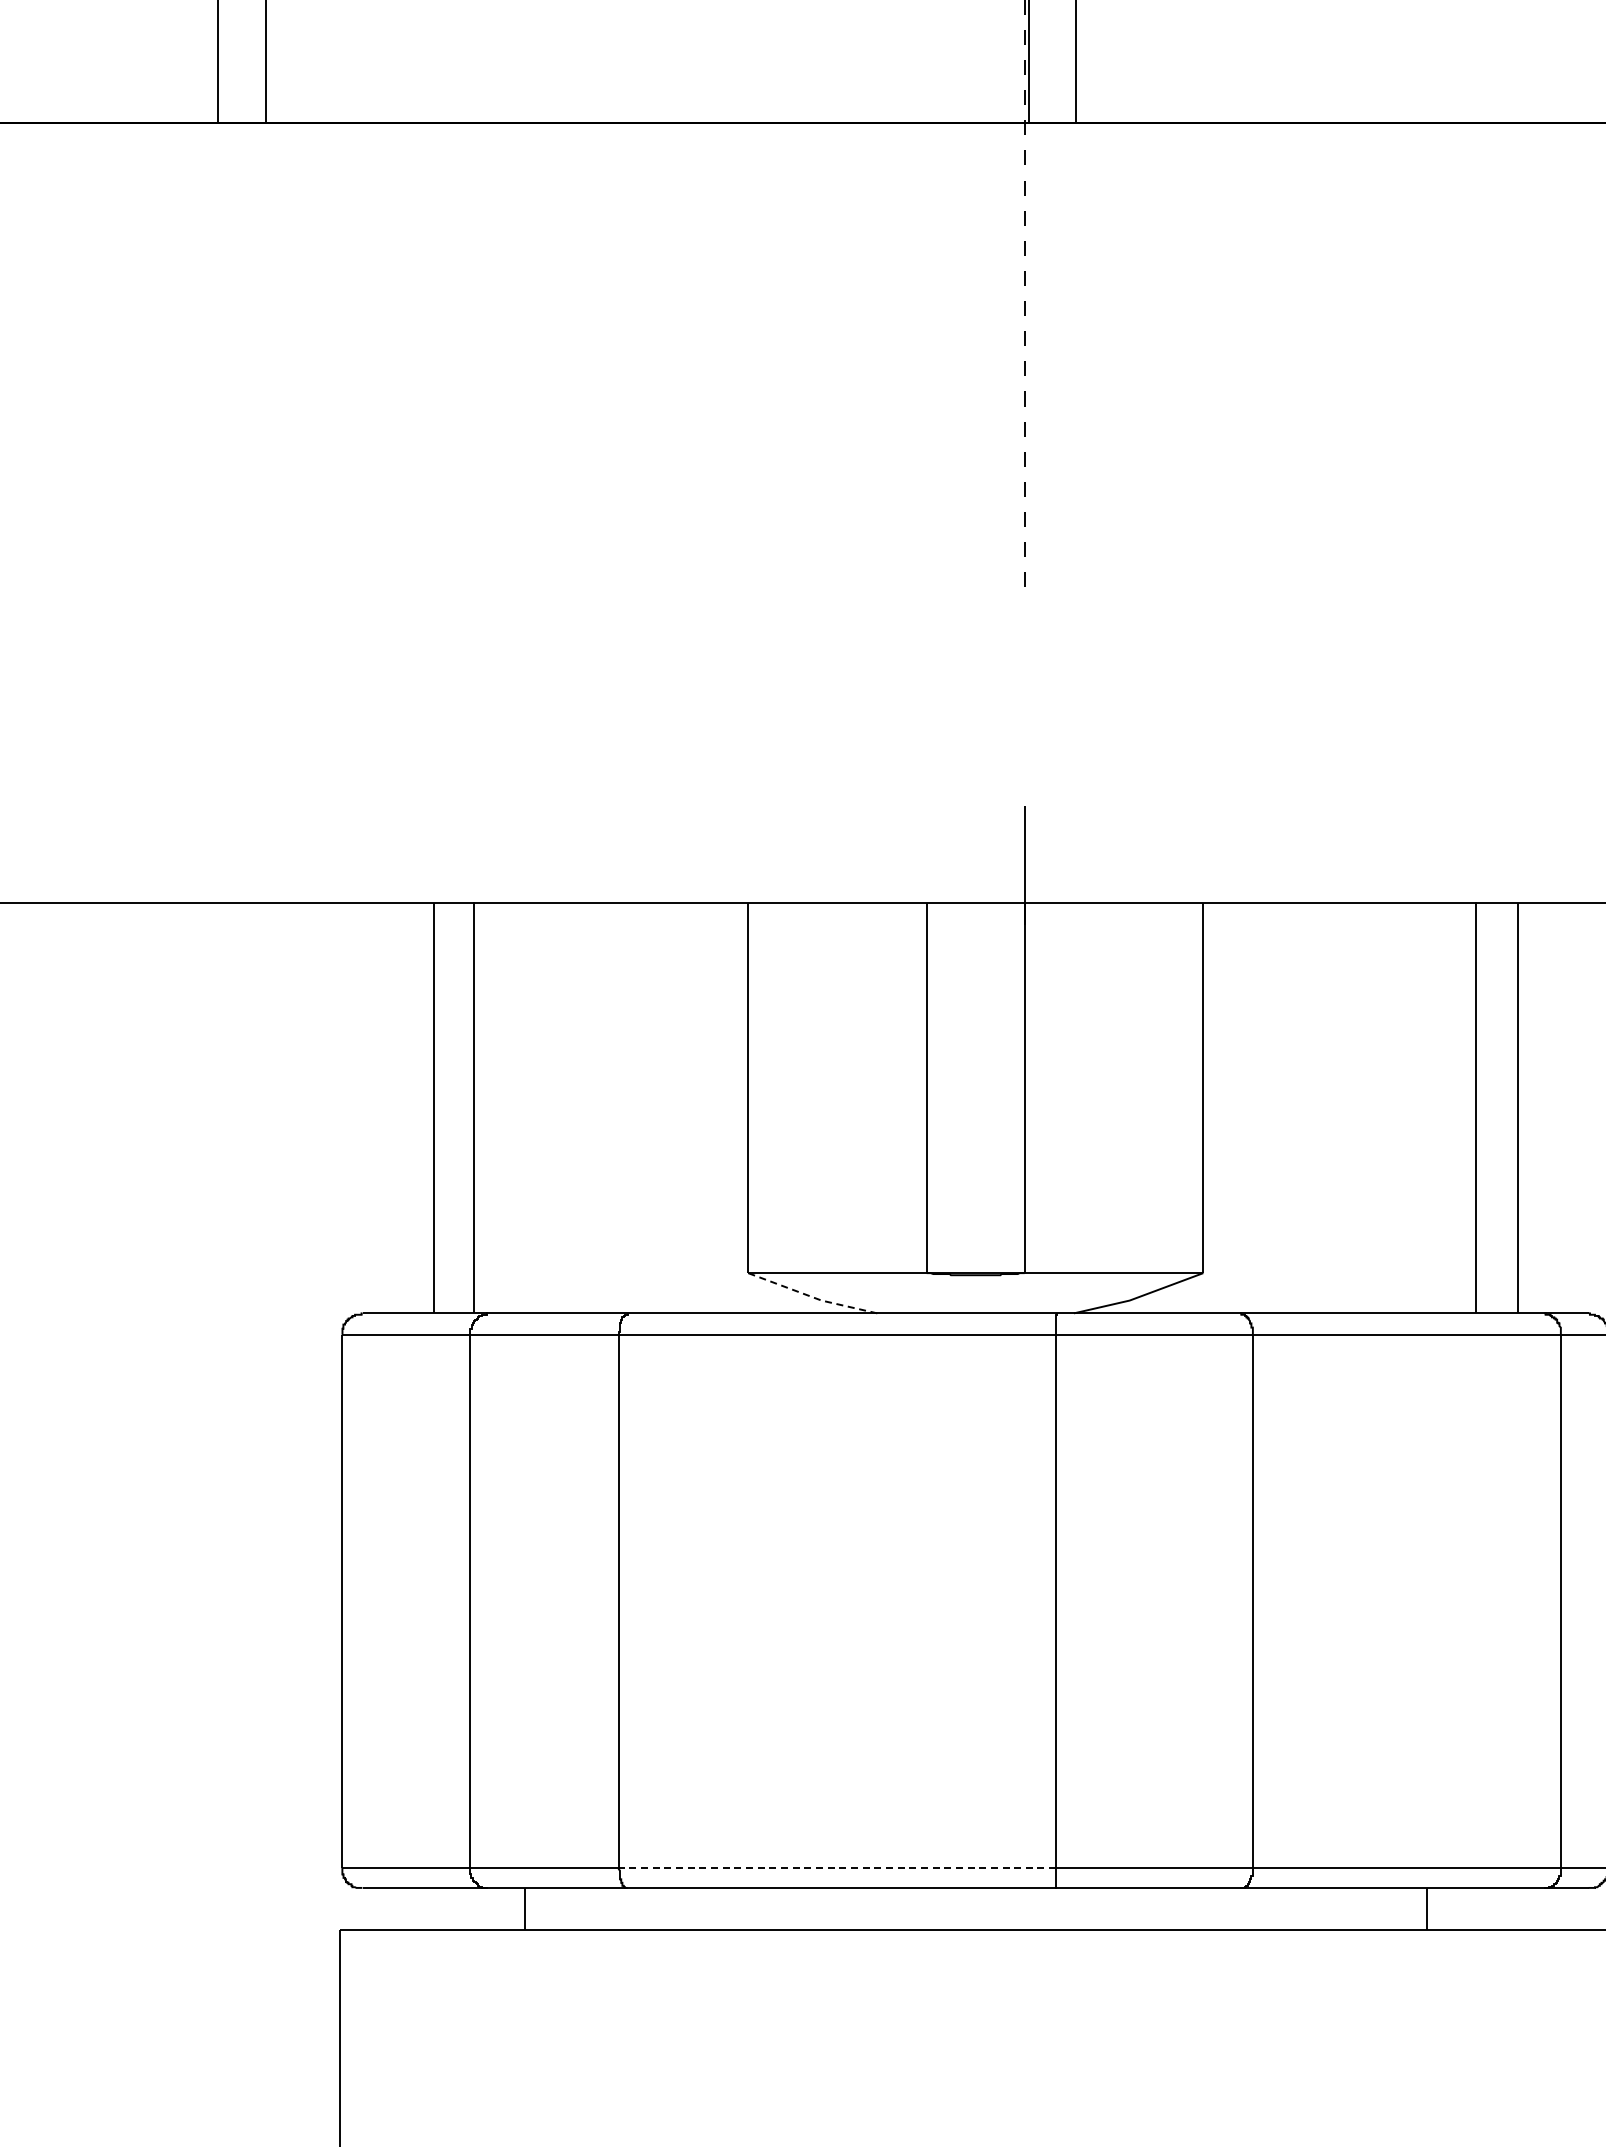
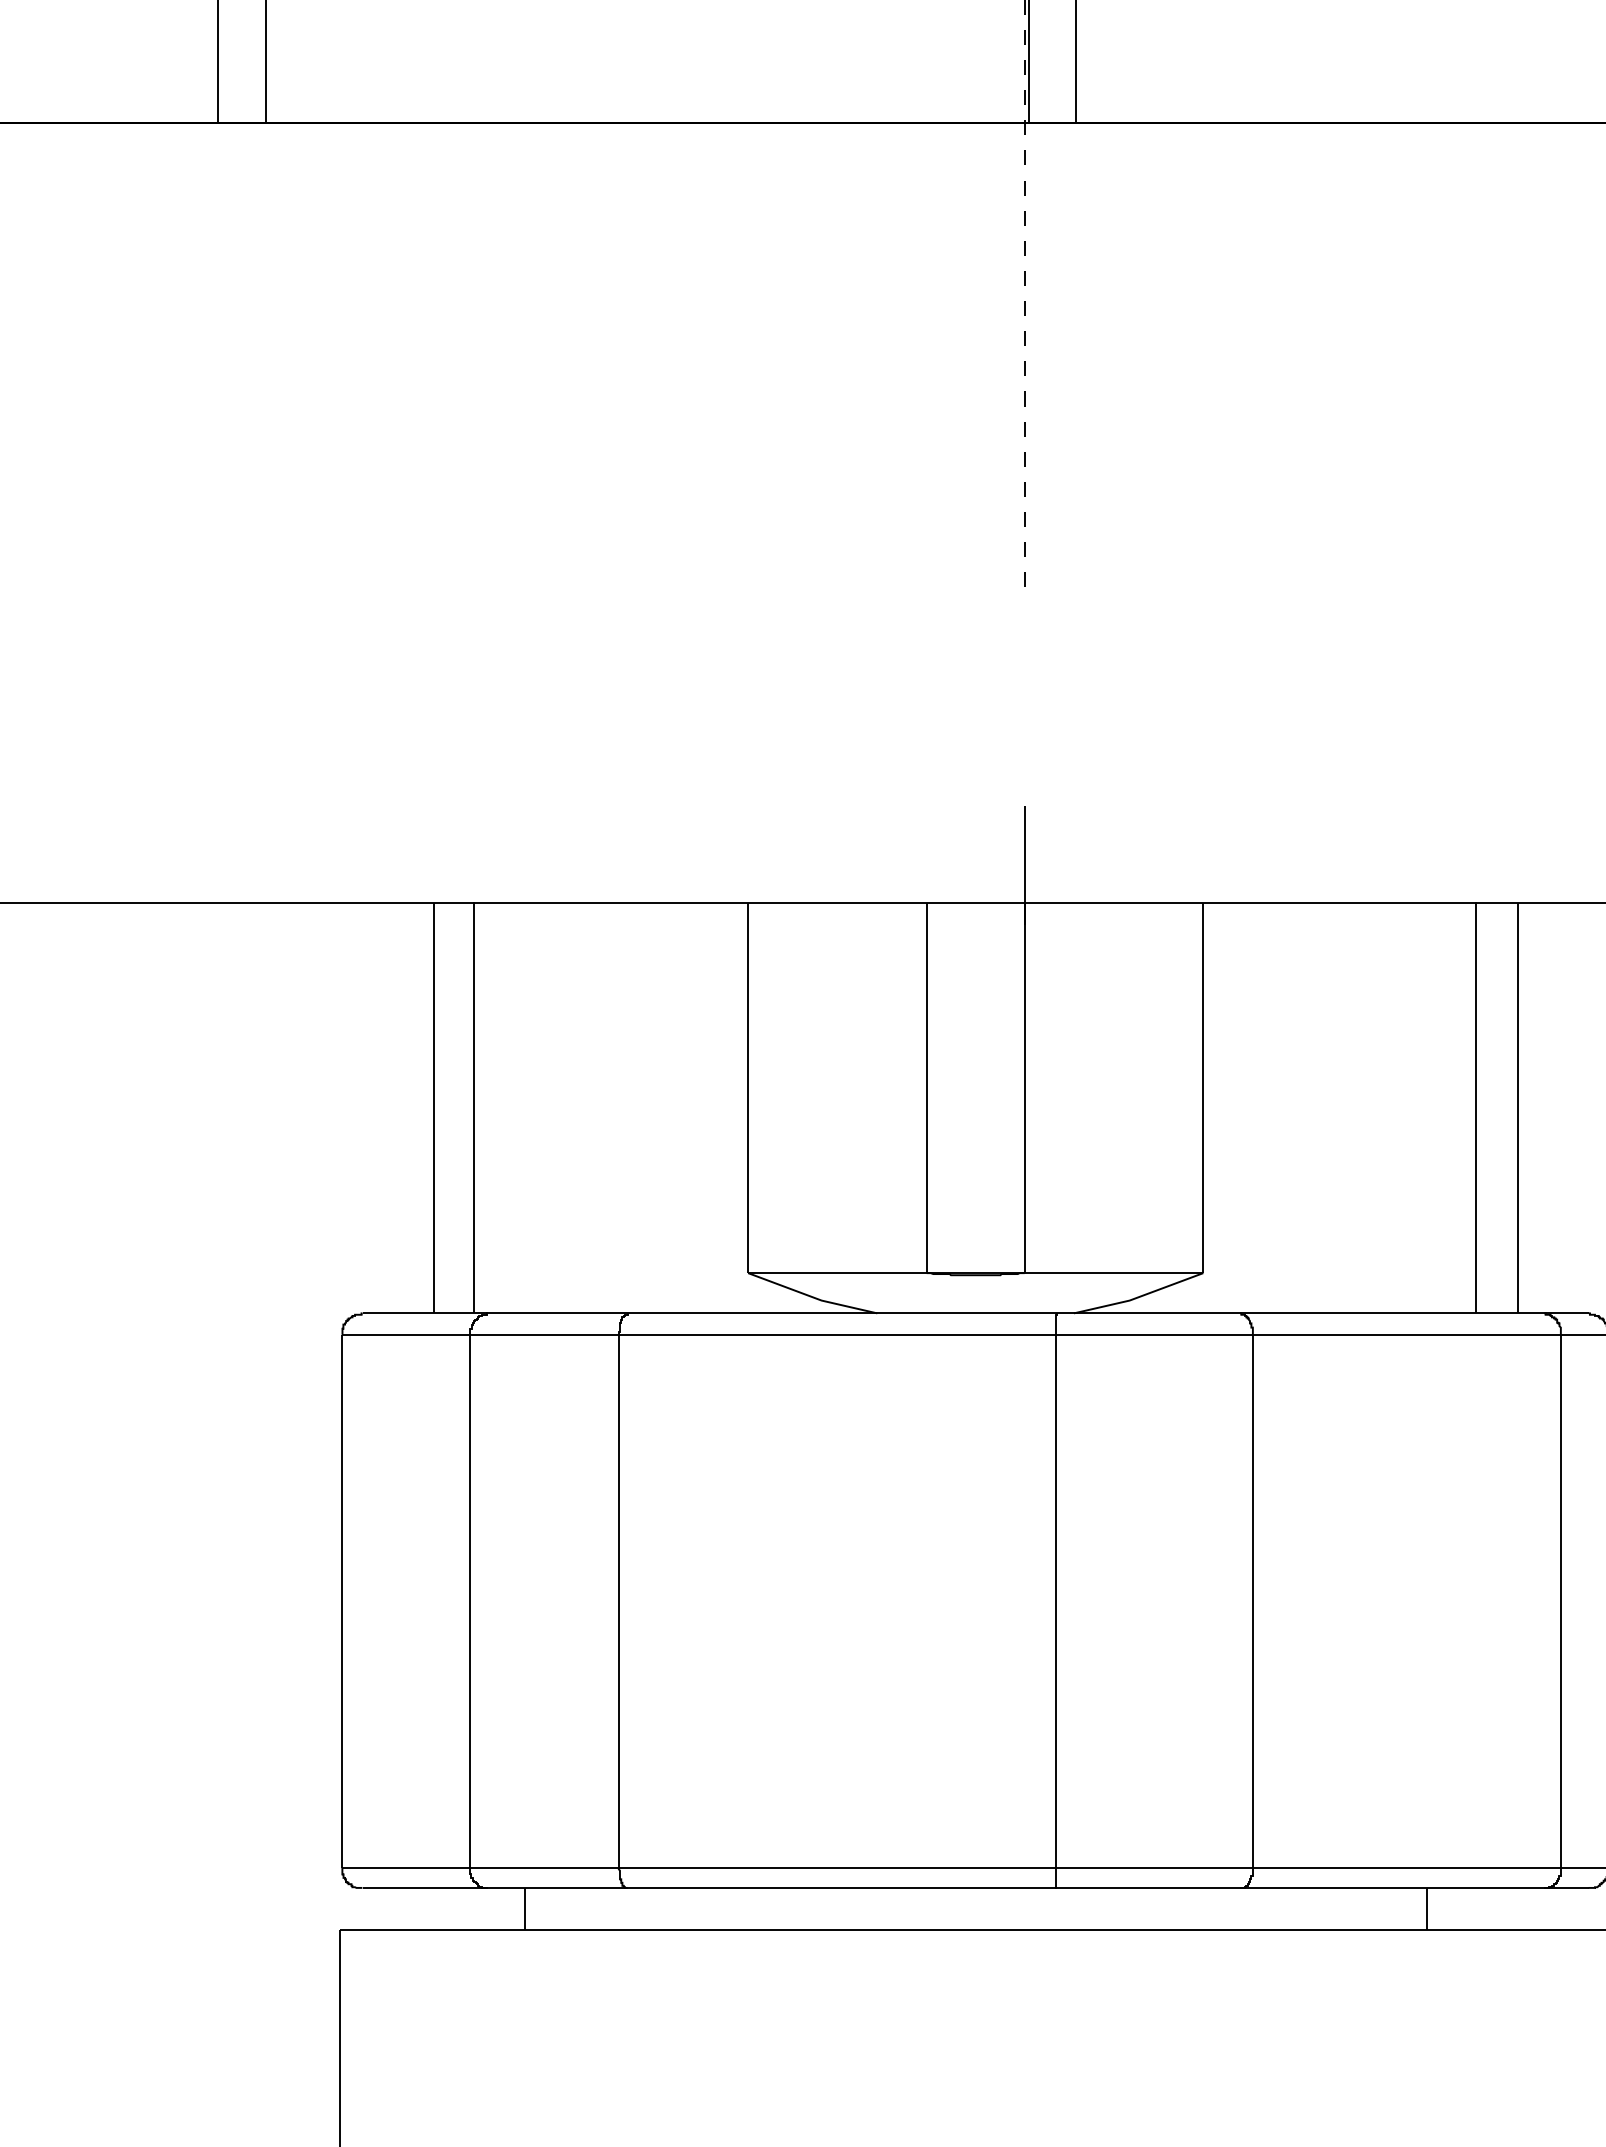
line at (812, 1297): dashed -> solid
line at (837, 1867): dashed -> solid
